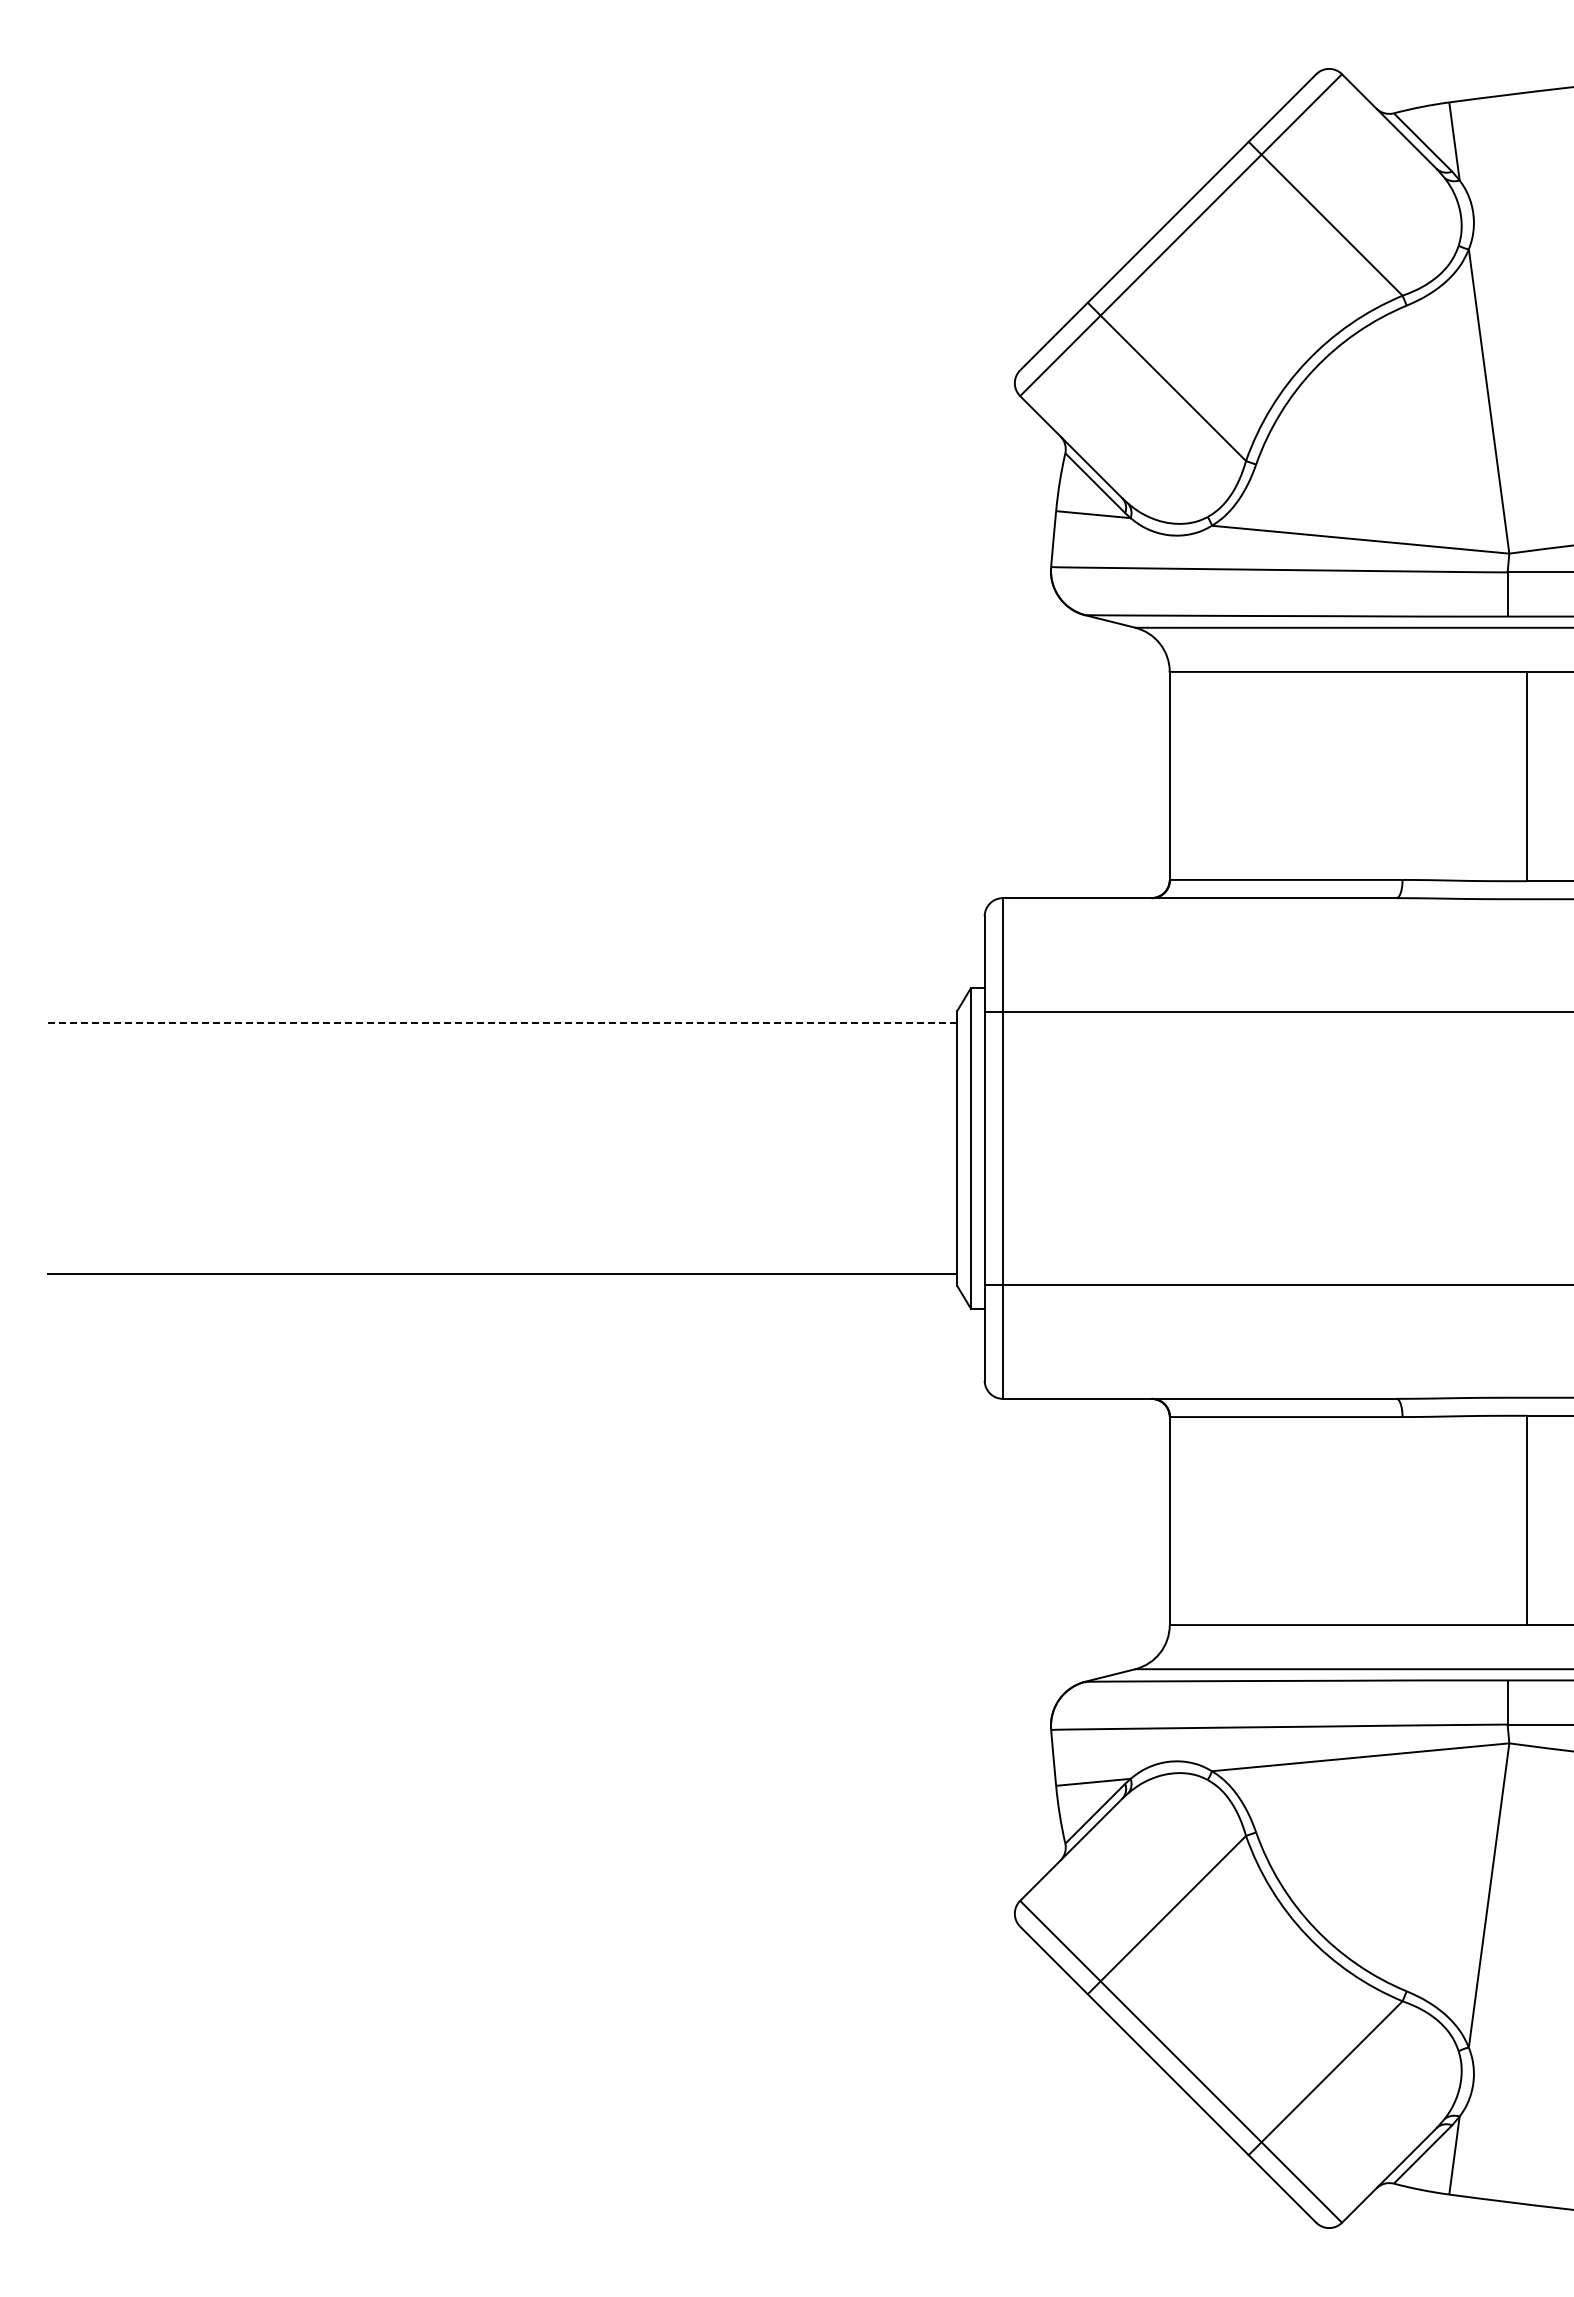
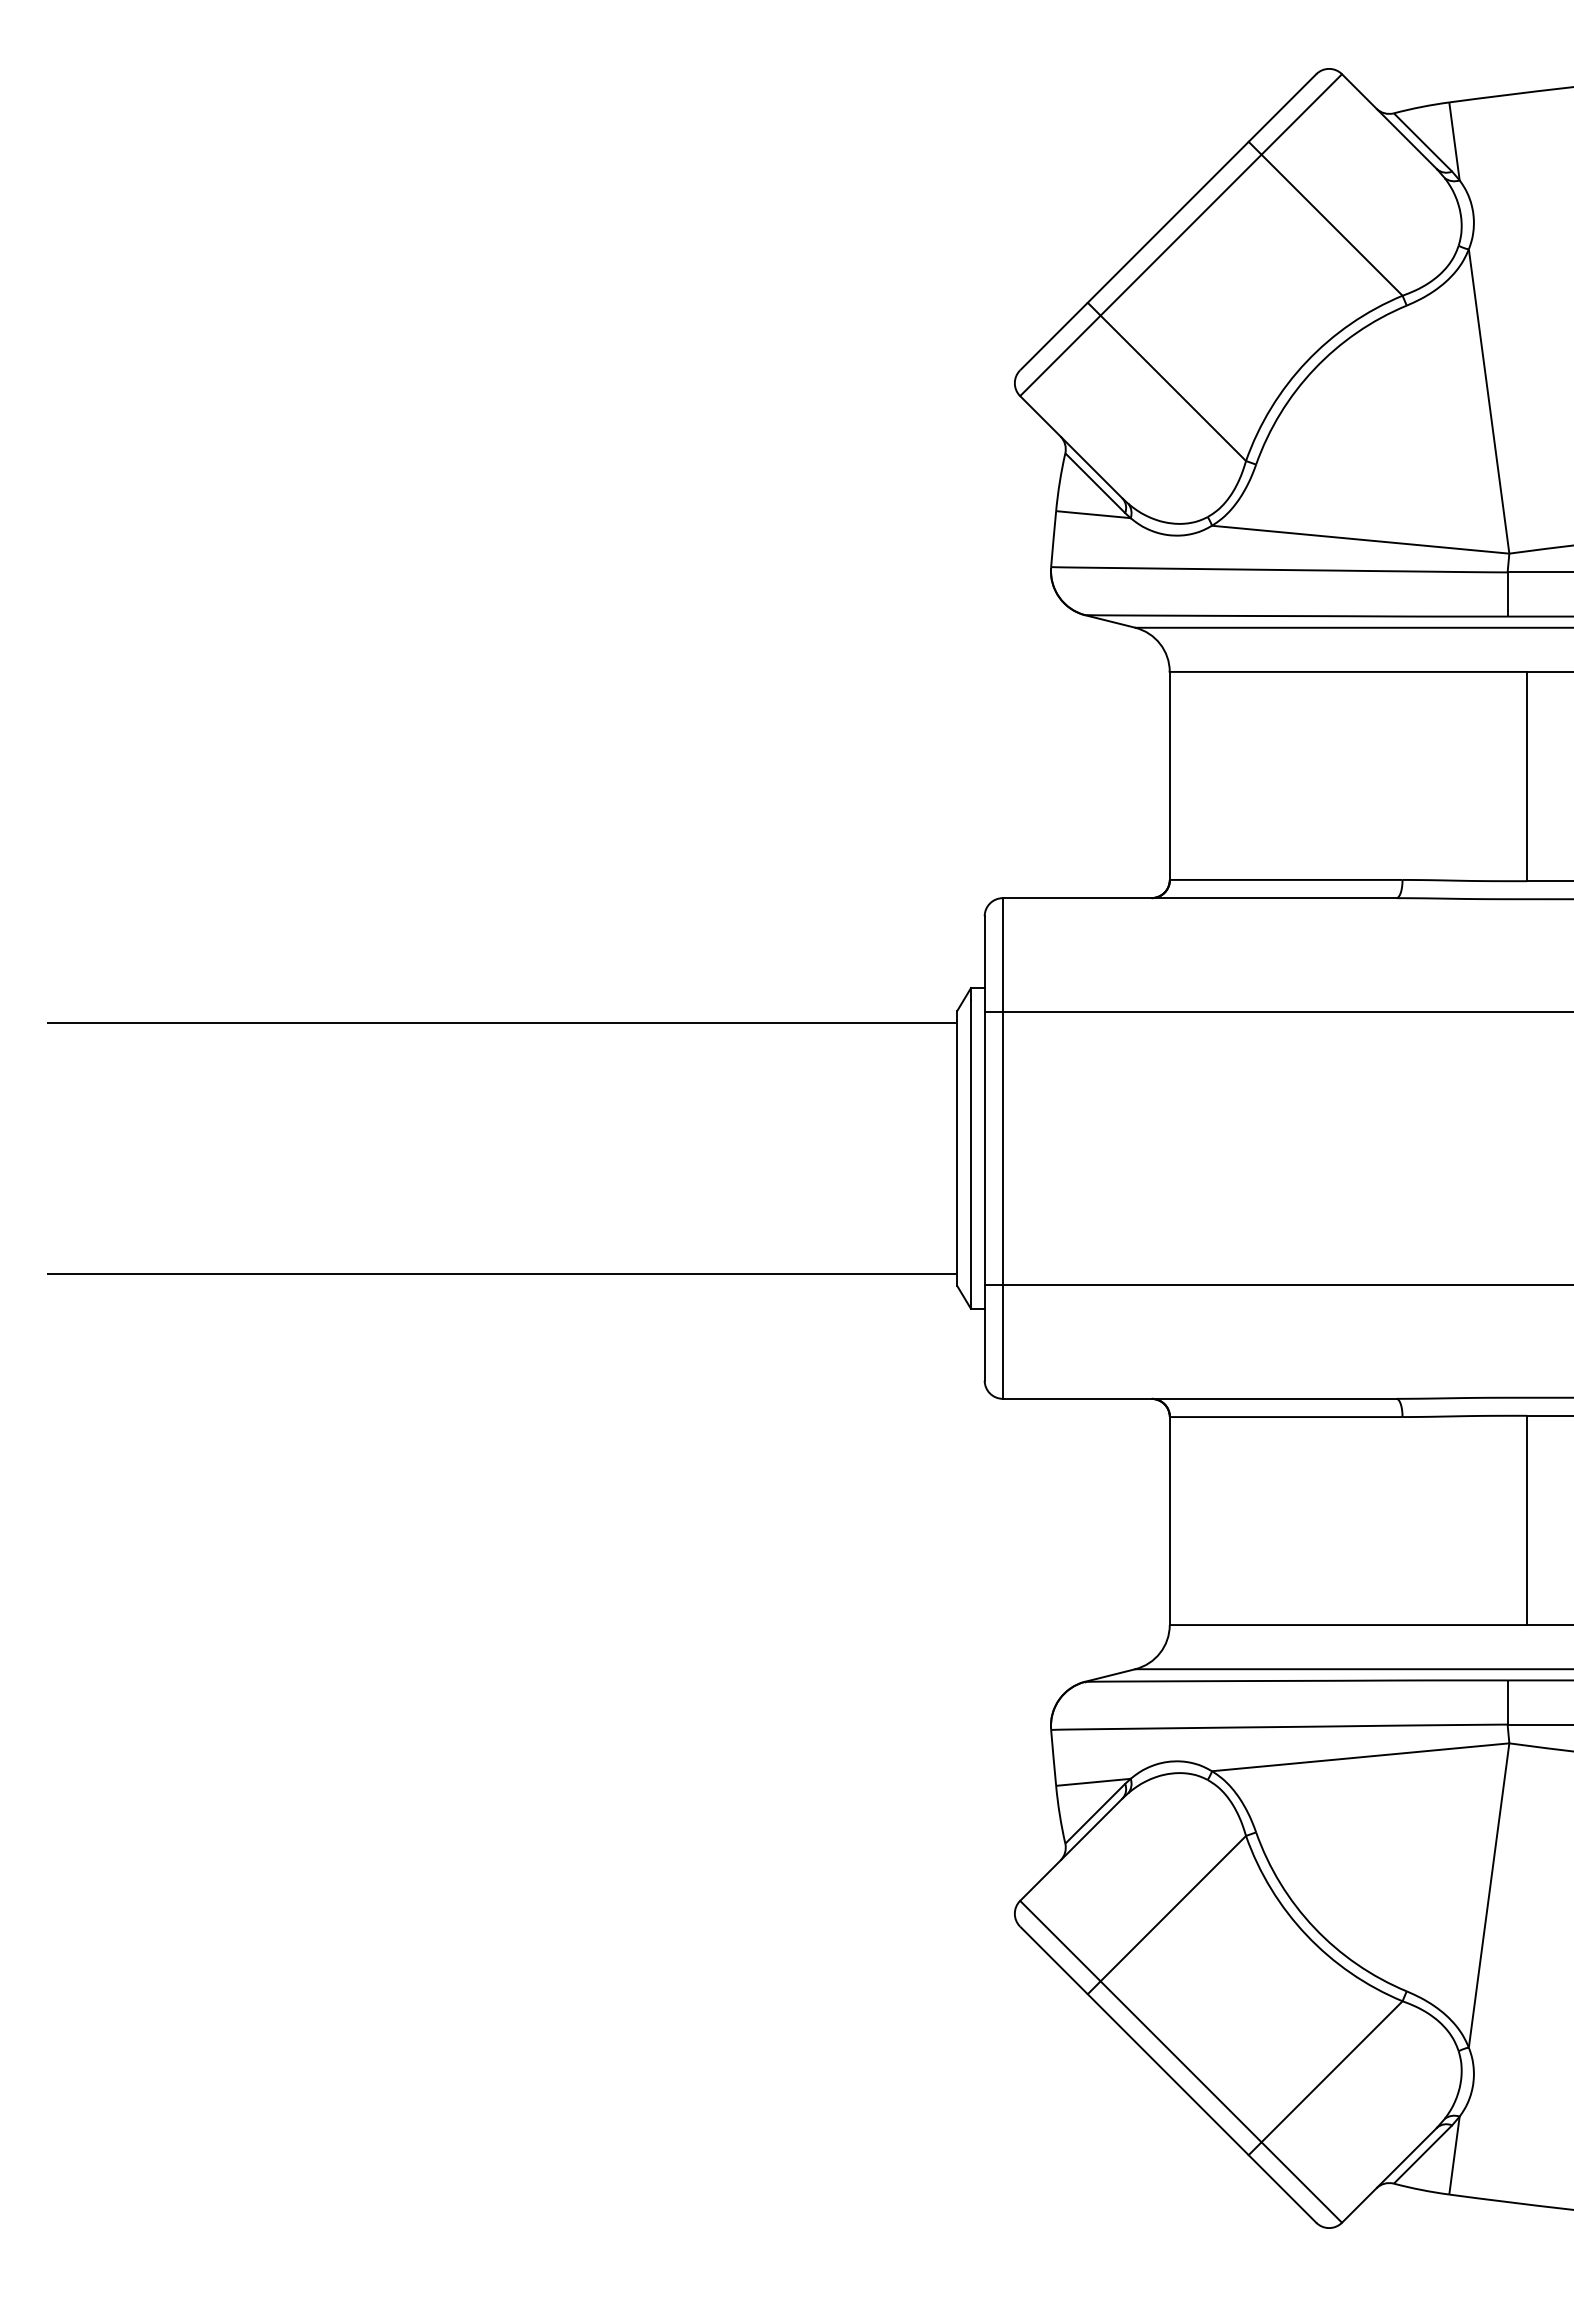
line at (501, 1023): dashed -> solid
